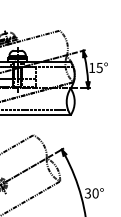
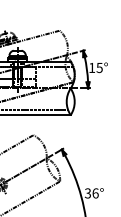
text at (95, 193): 30° -> 36°
